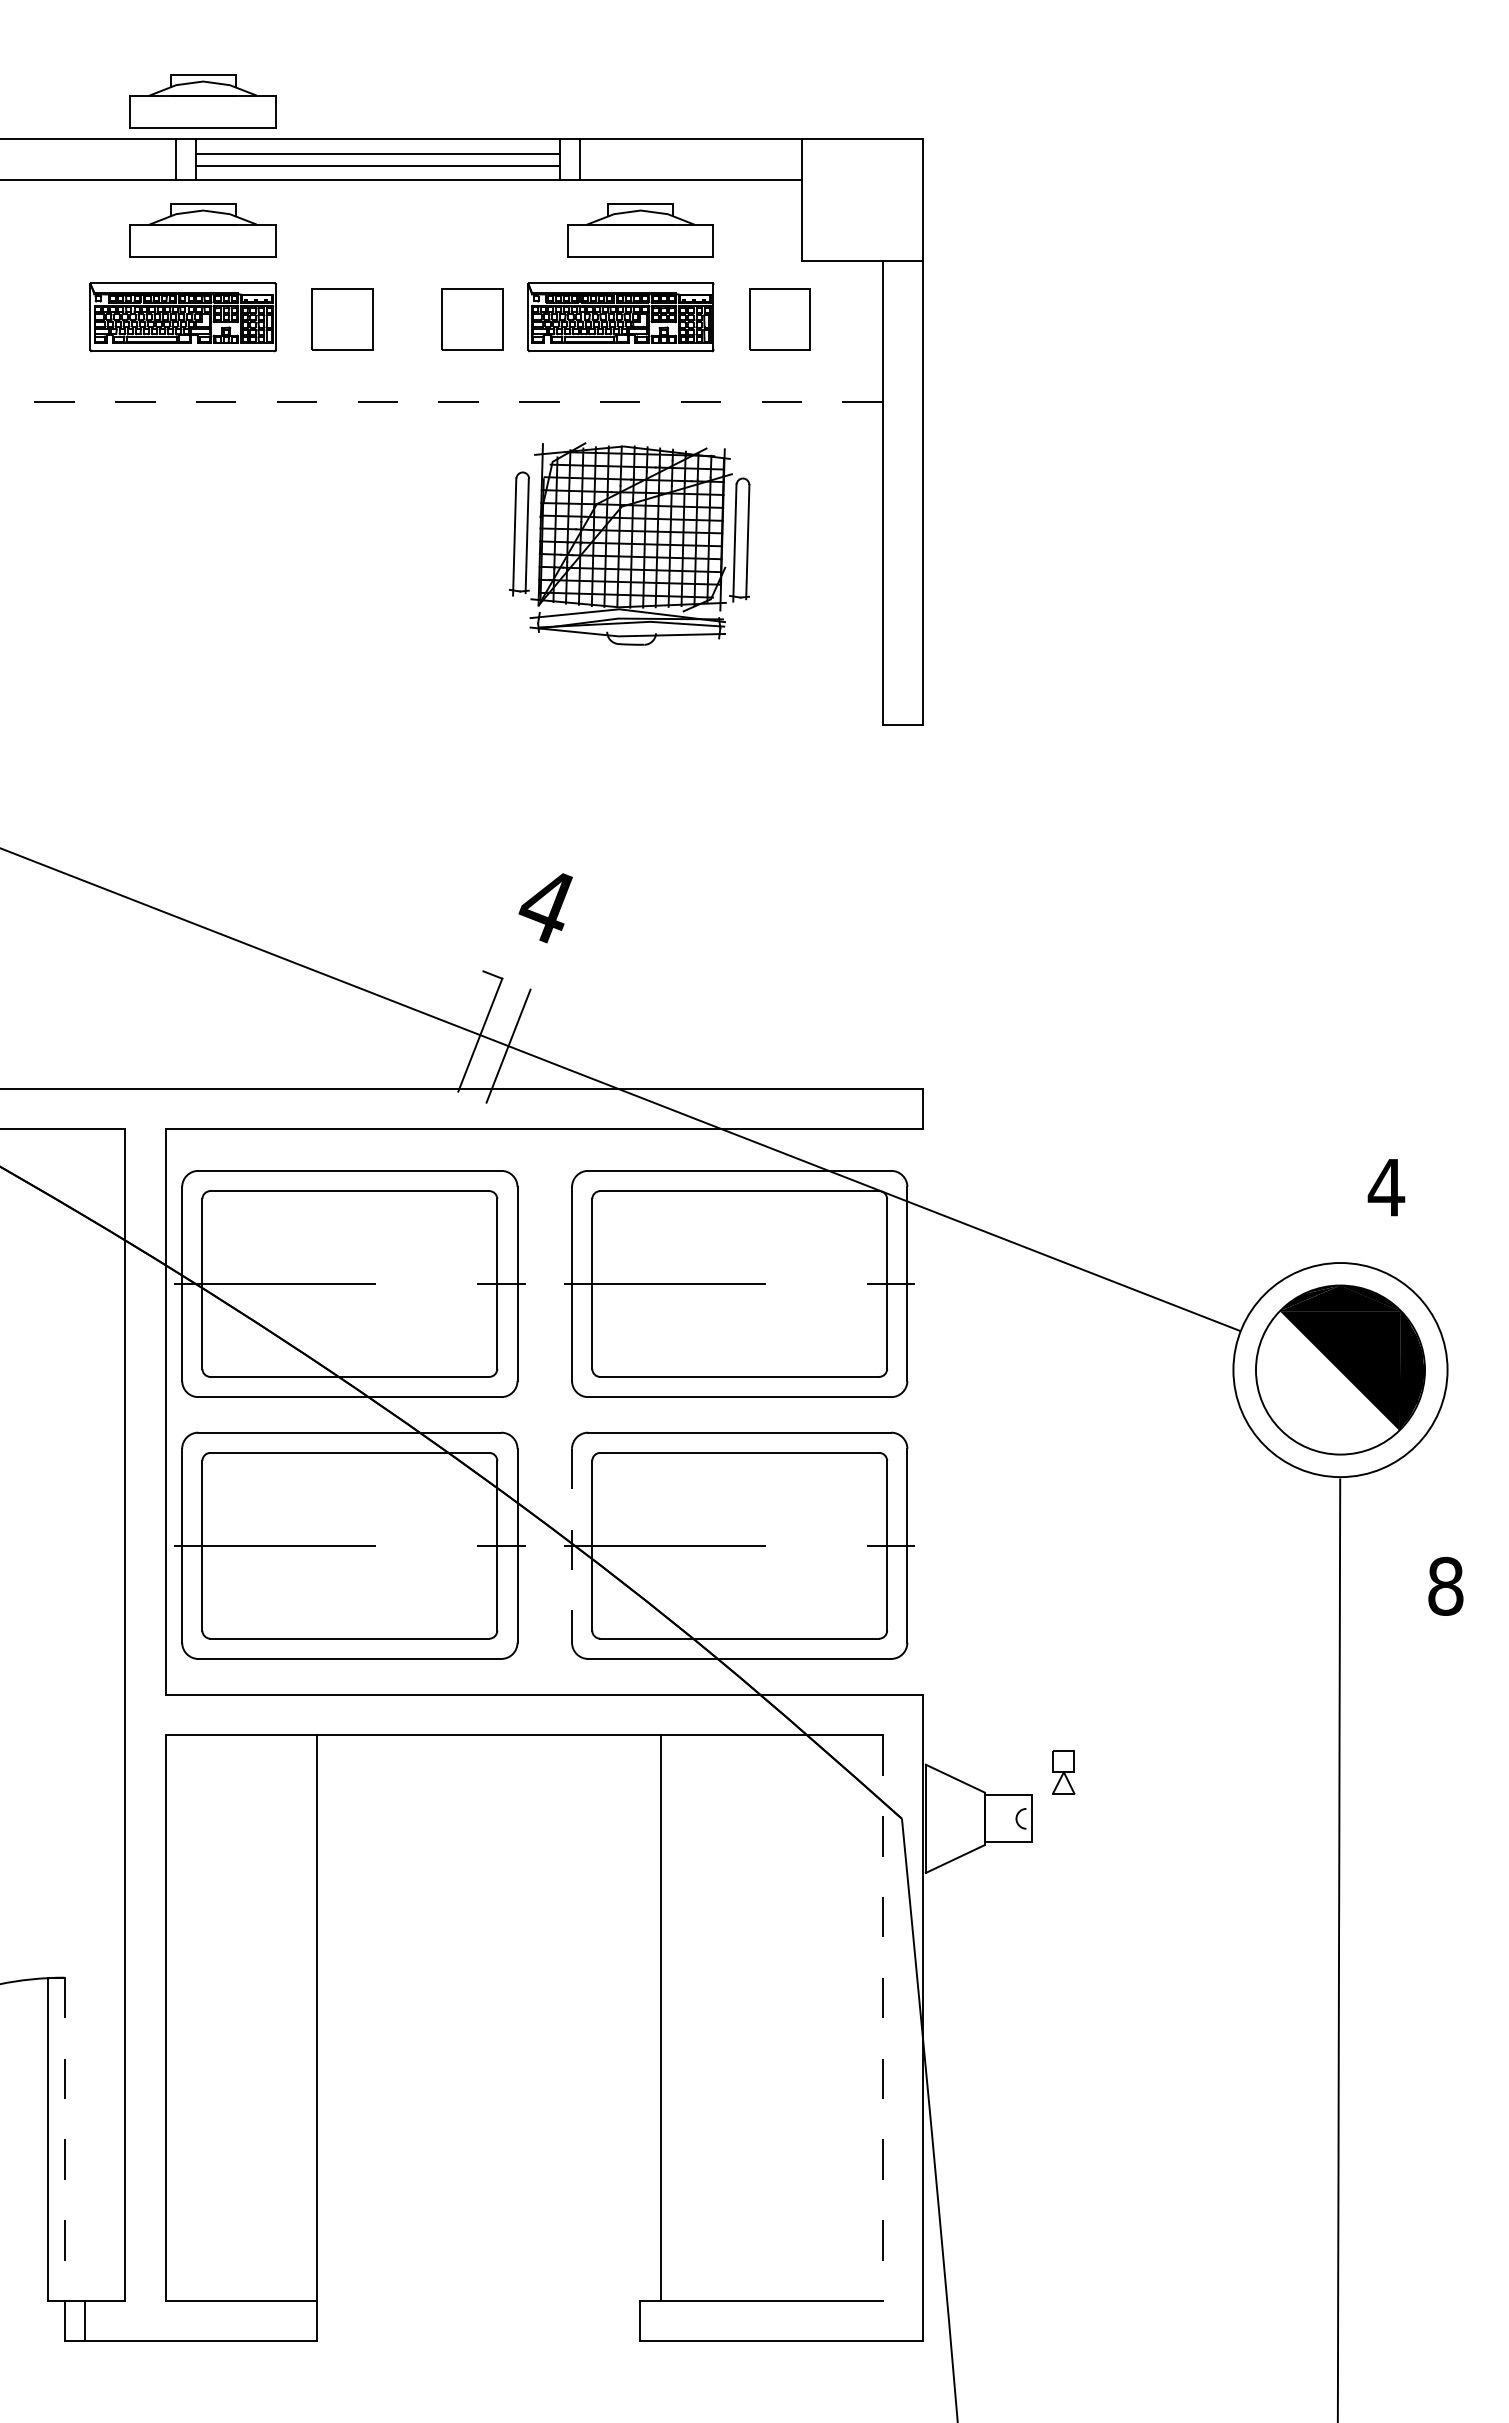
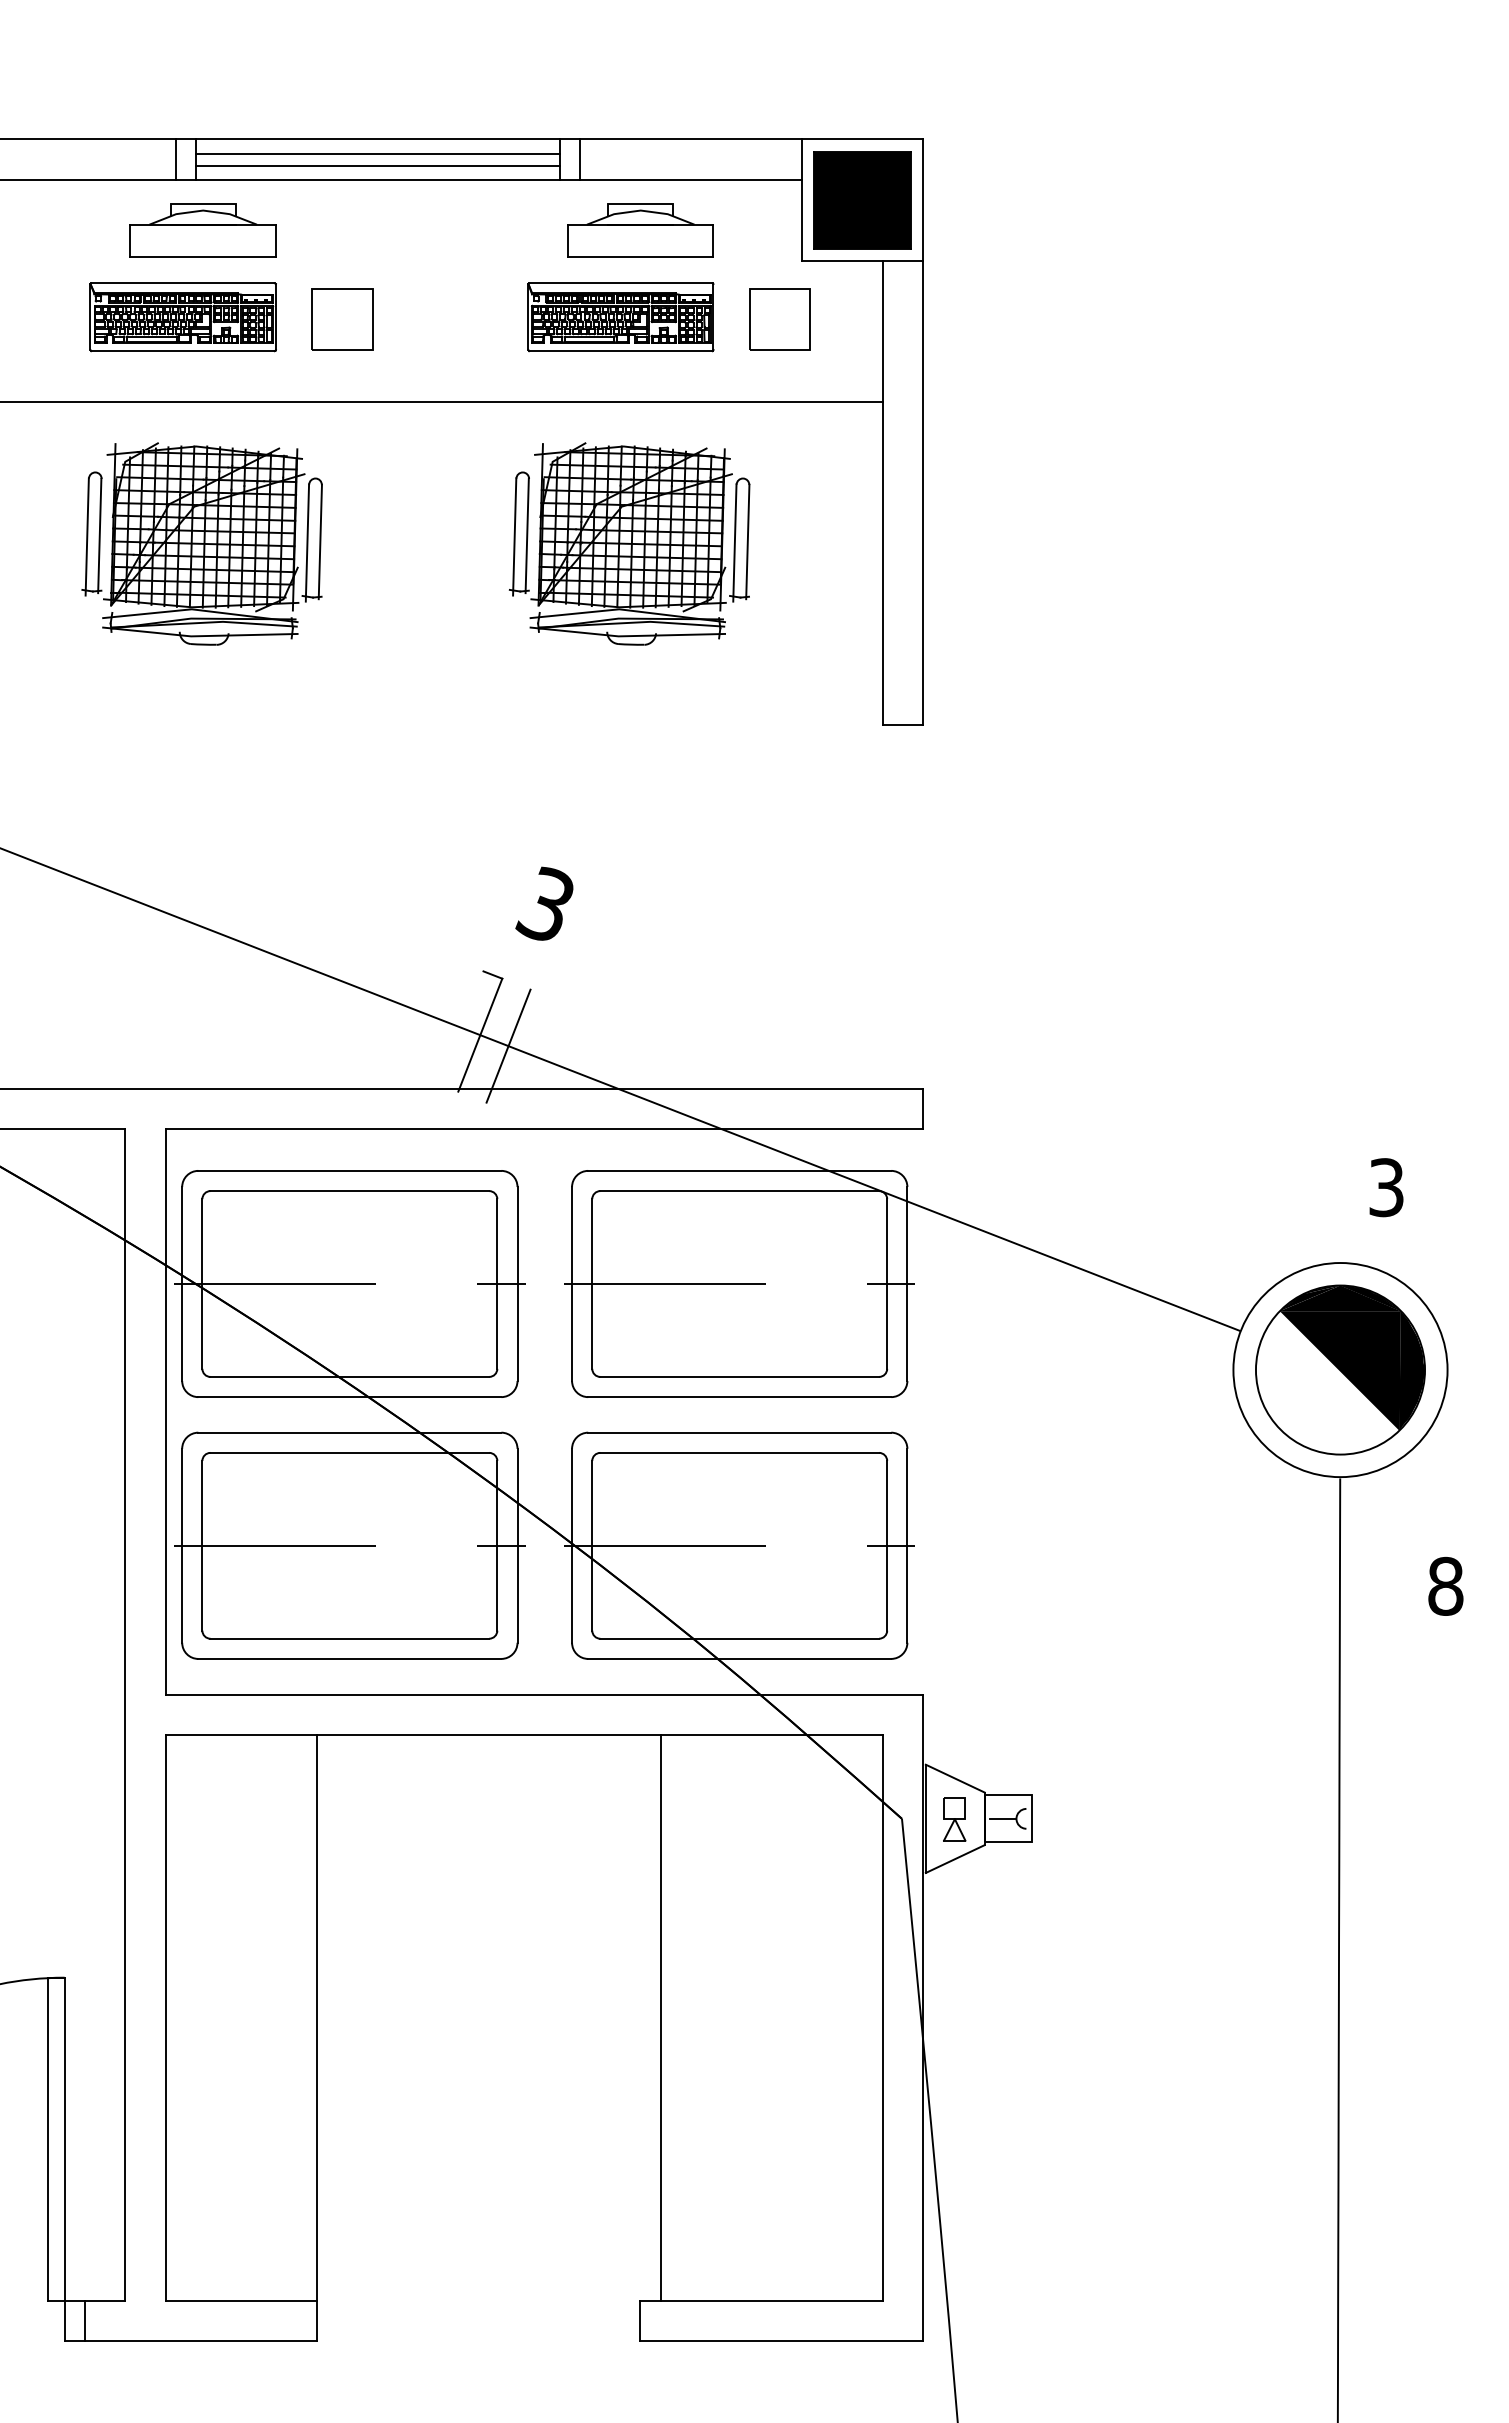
part at (202, 101): present -> none
part at (862, 200): none -> present
part at (472, 319): present -> none
line at (441, 402): dashed -> solid
part at (201, 543): none -> present
text at (544, 904): 4 -> 3
text at (1386, 1187): 4 -> 3
line at (572, 1545): dashed -> solid
part at (1063, 1772) position: (1063, 1772) -> (954, 1819)
line at (1003, 1818): none -> present
line at (882, 2018): dashed -> solid
line at (64, 2139): dashed -> solid
